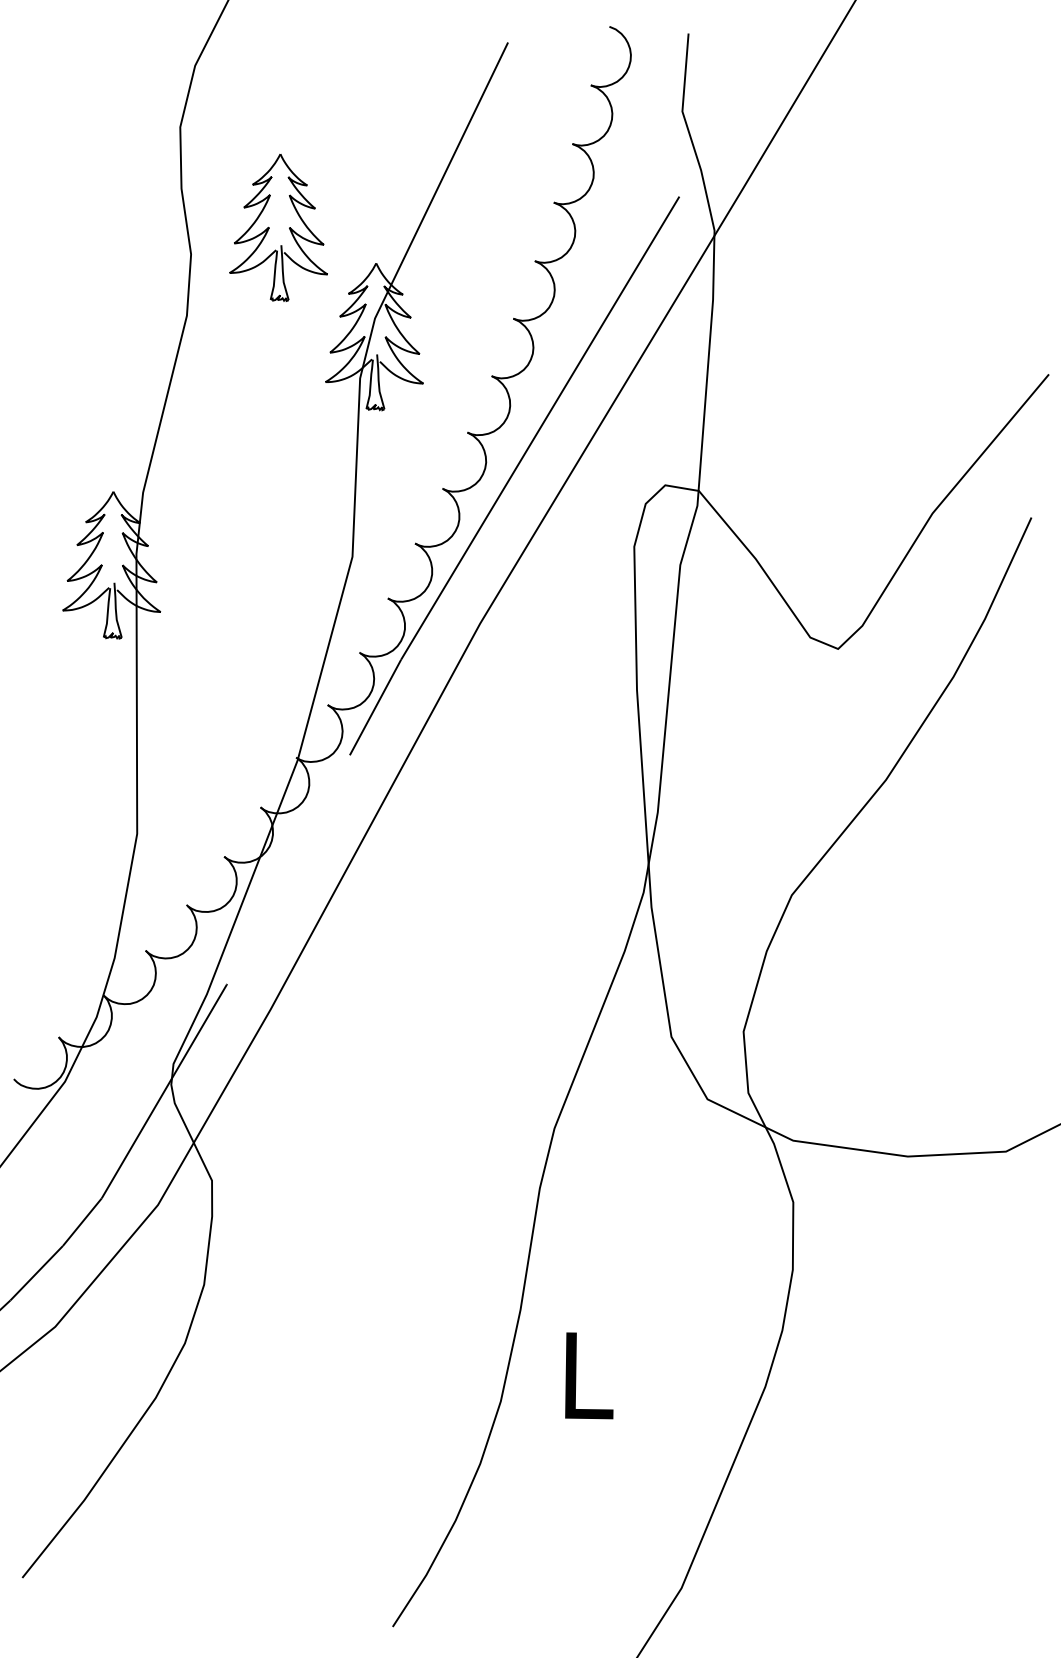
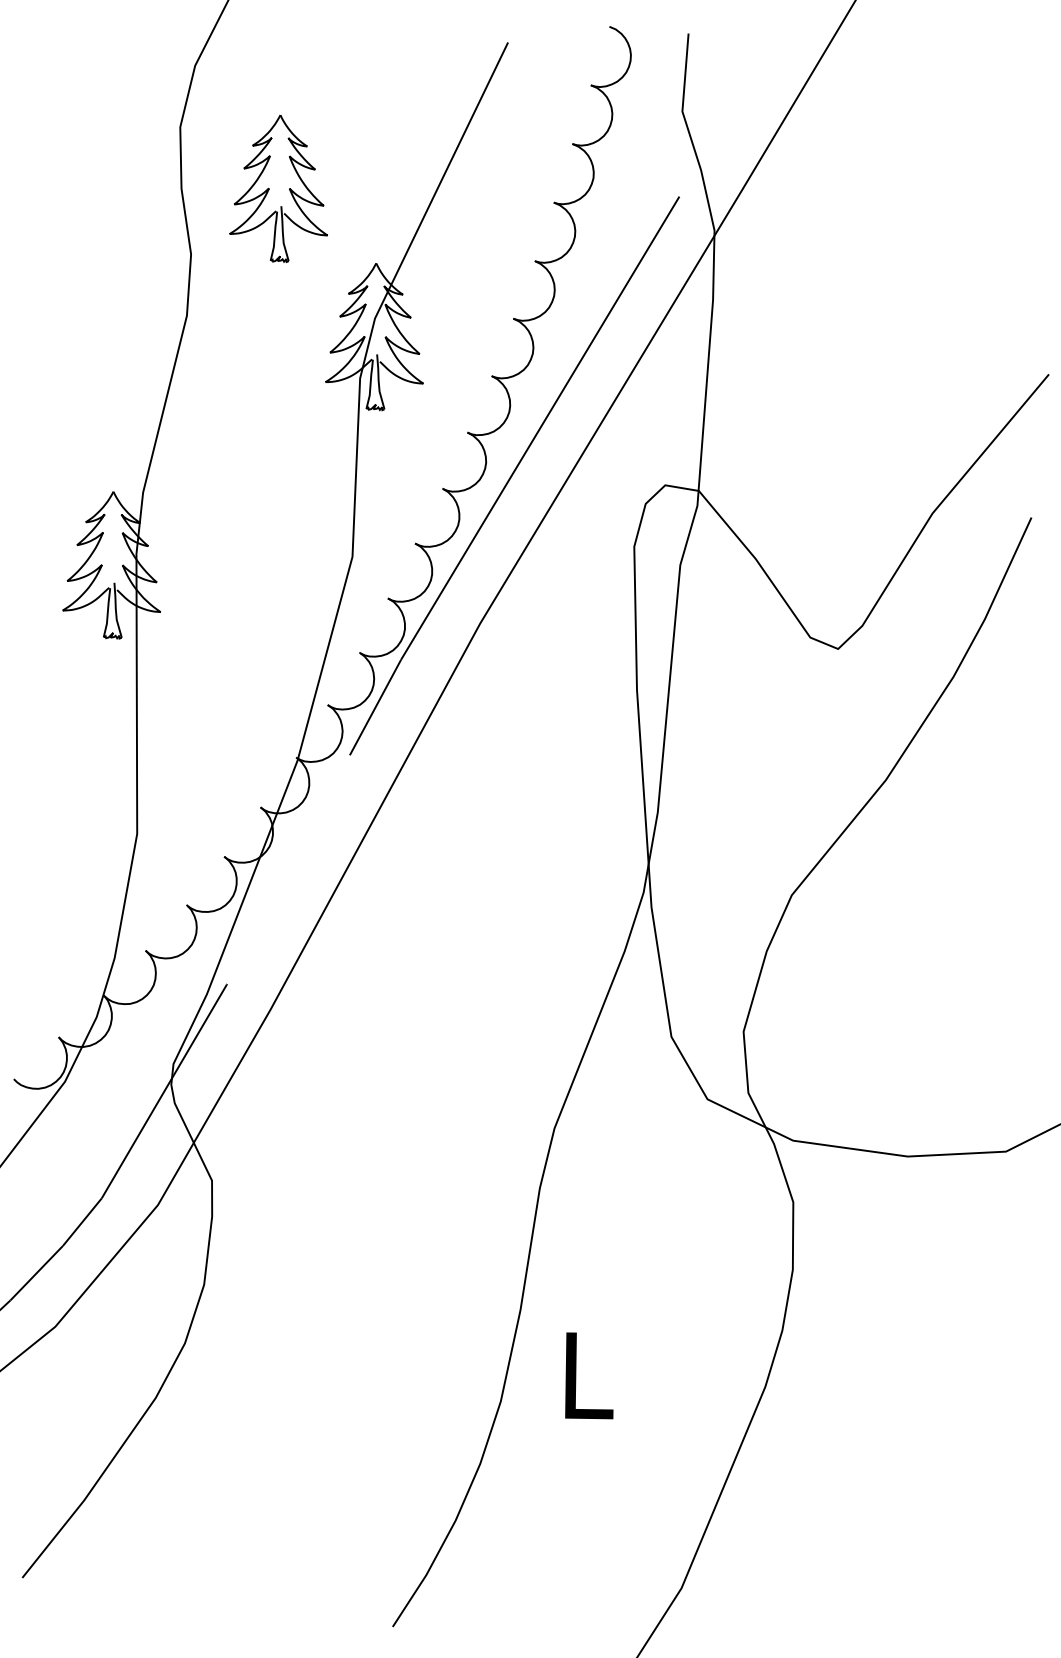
part at (278, 227) position: (278, 227) -> (278, 188)
